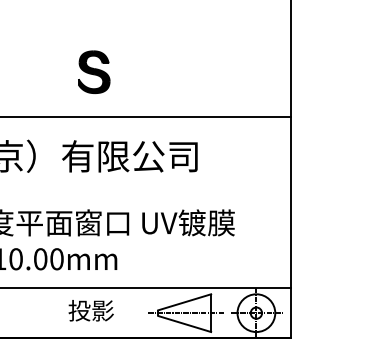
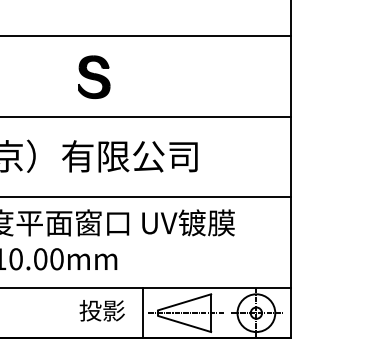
line at (146, 36): none -> present
part at (94, 71) position: (94, 71) -> (94, 76)
line at (146, 197): none -> present
text at (90, 310) position: (90, 310) -> (101, 310)
line at (143, 312): none -> present
